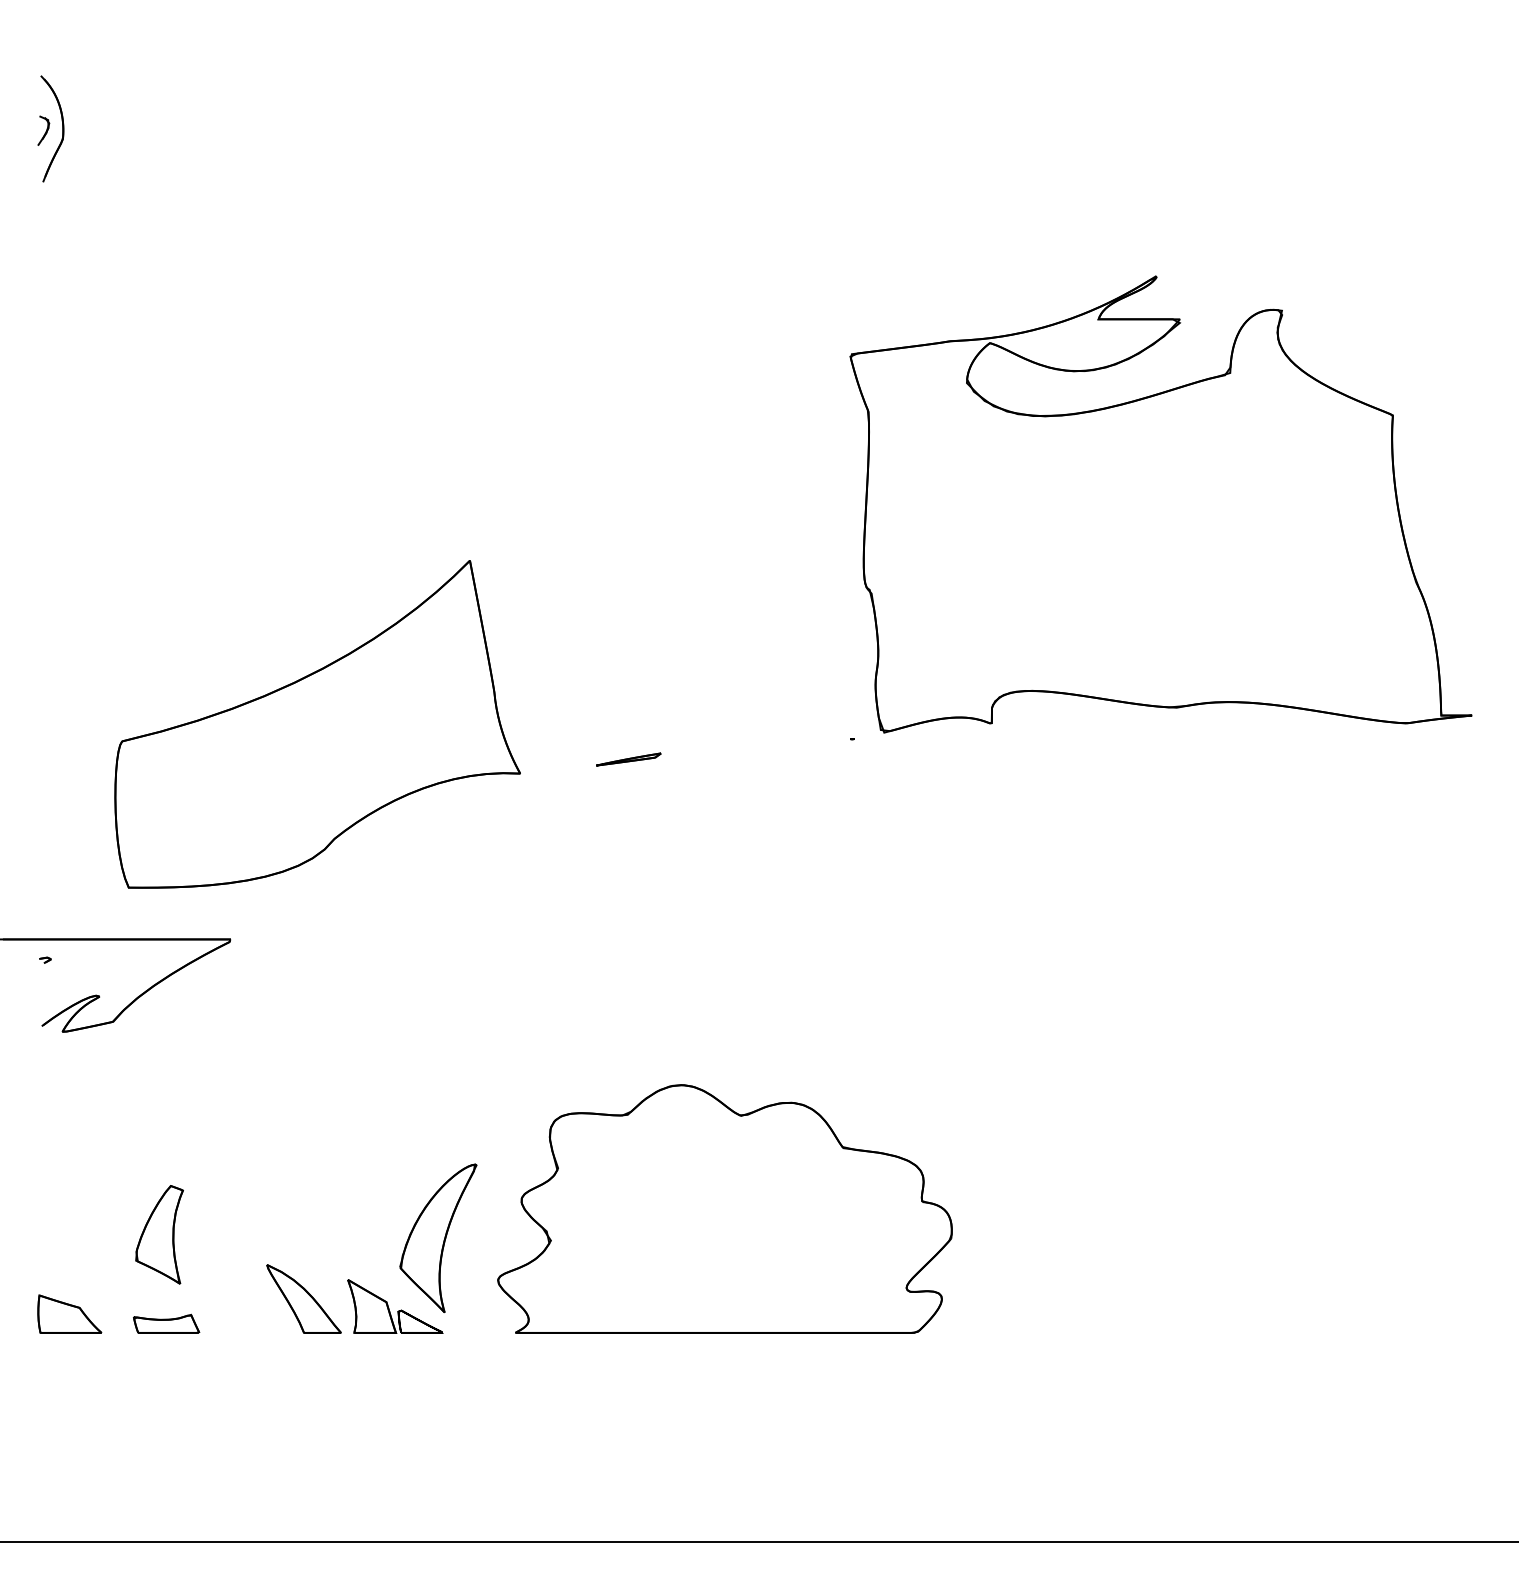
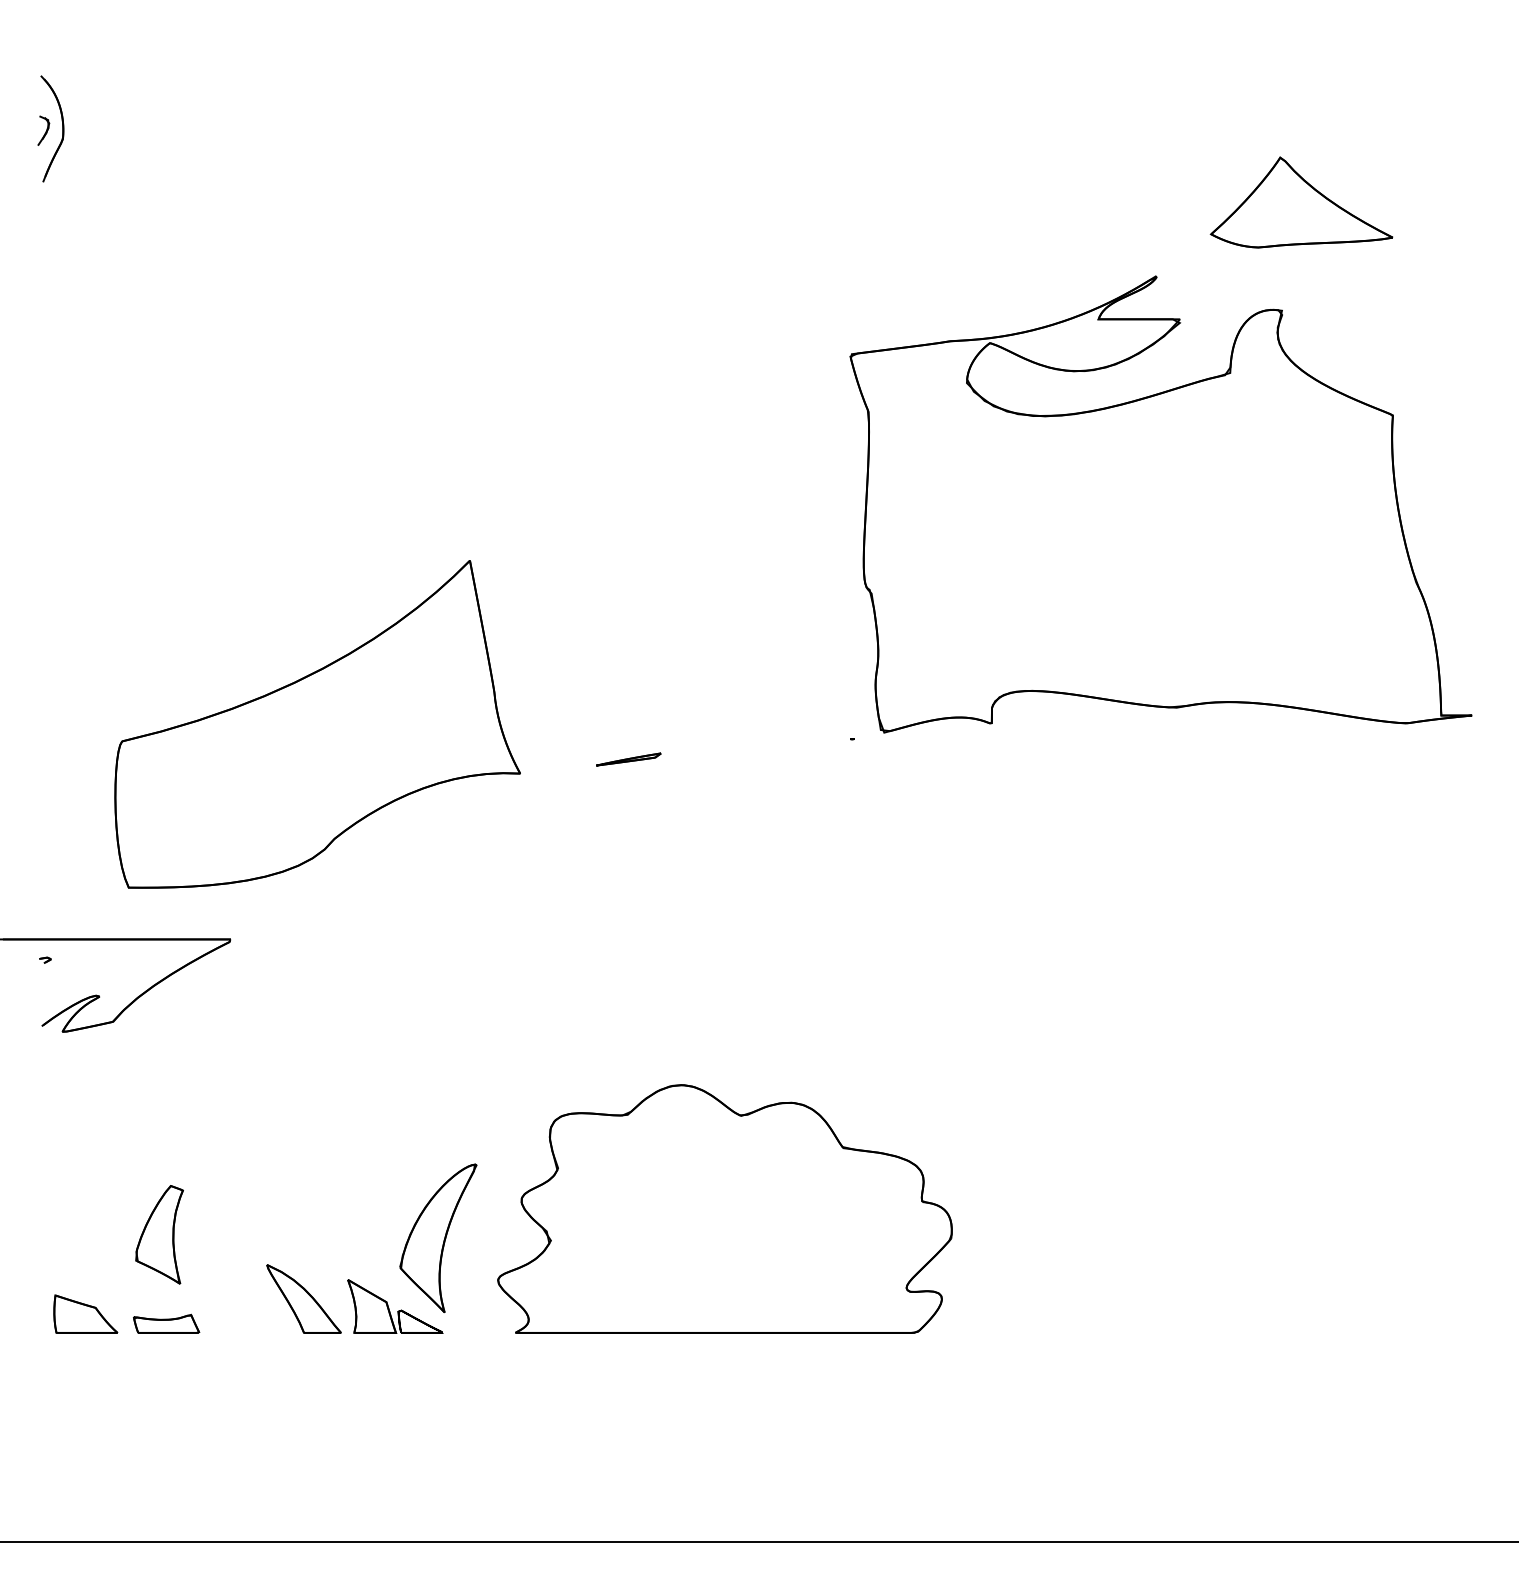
part at (1301, 202): none -> present
part at (69, 1313) position: (69, 1313) -> (85, 1313)
